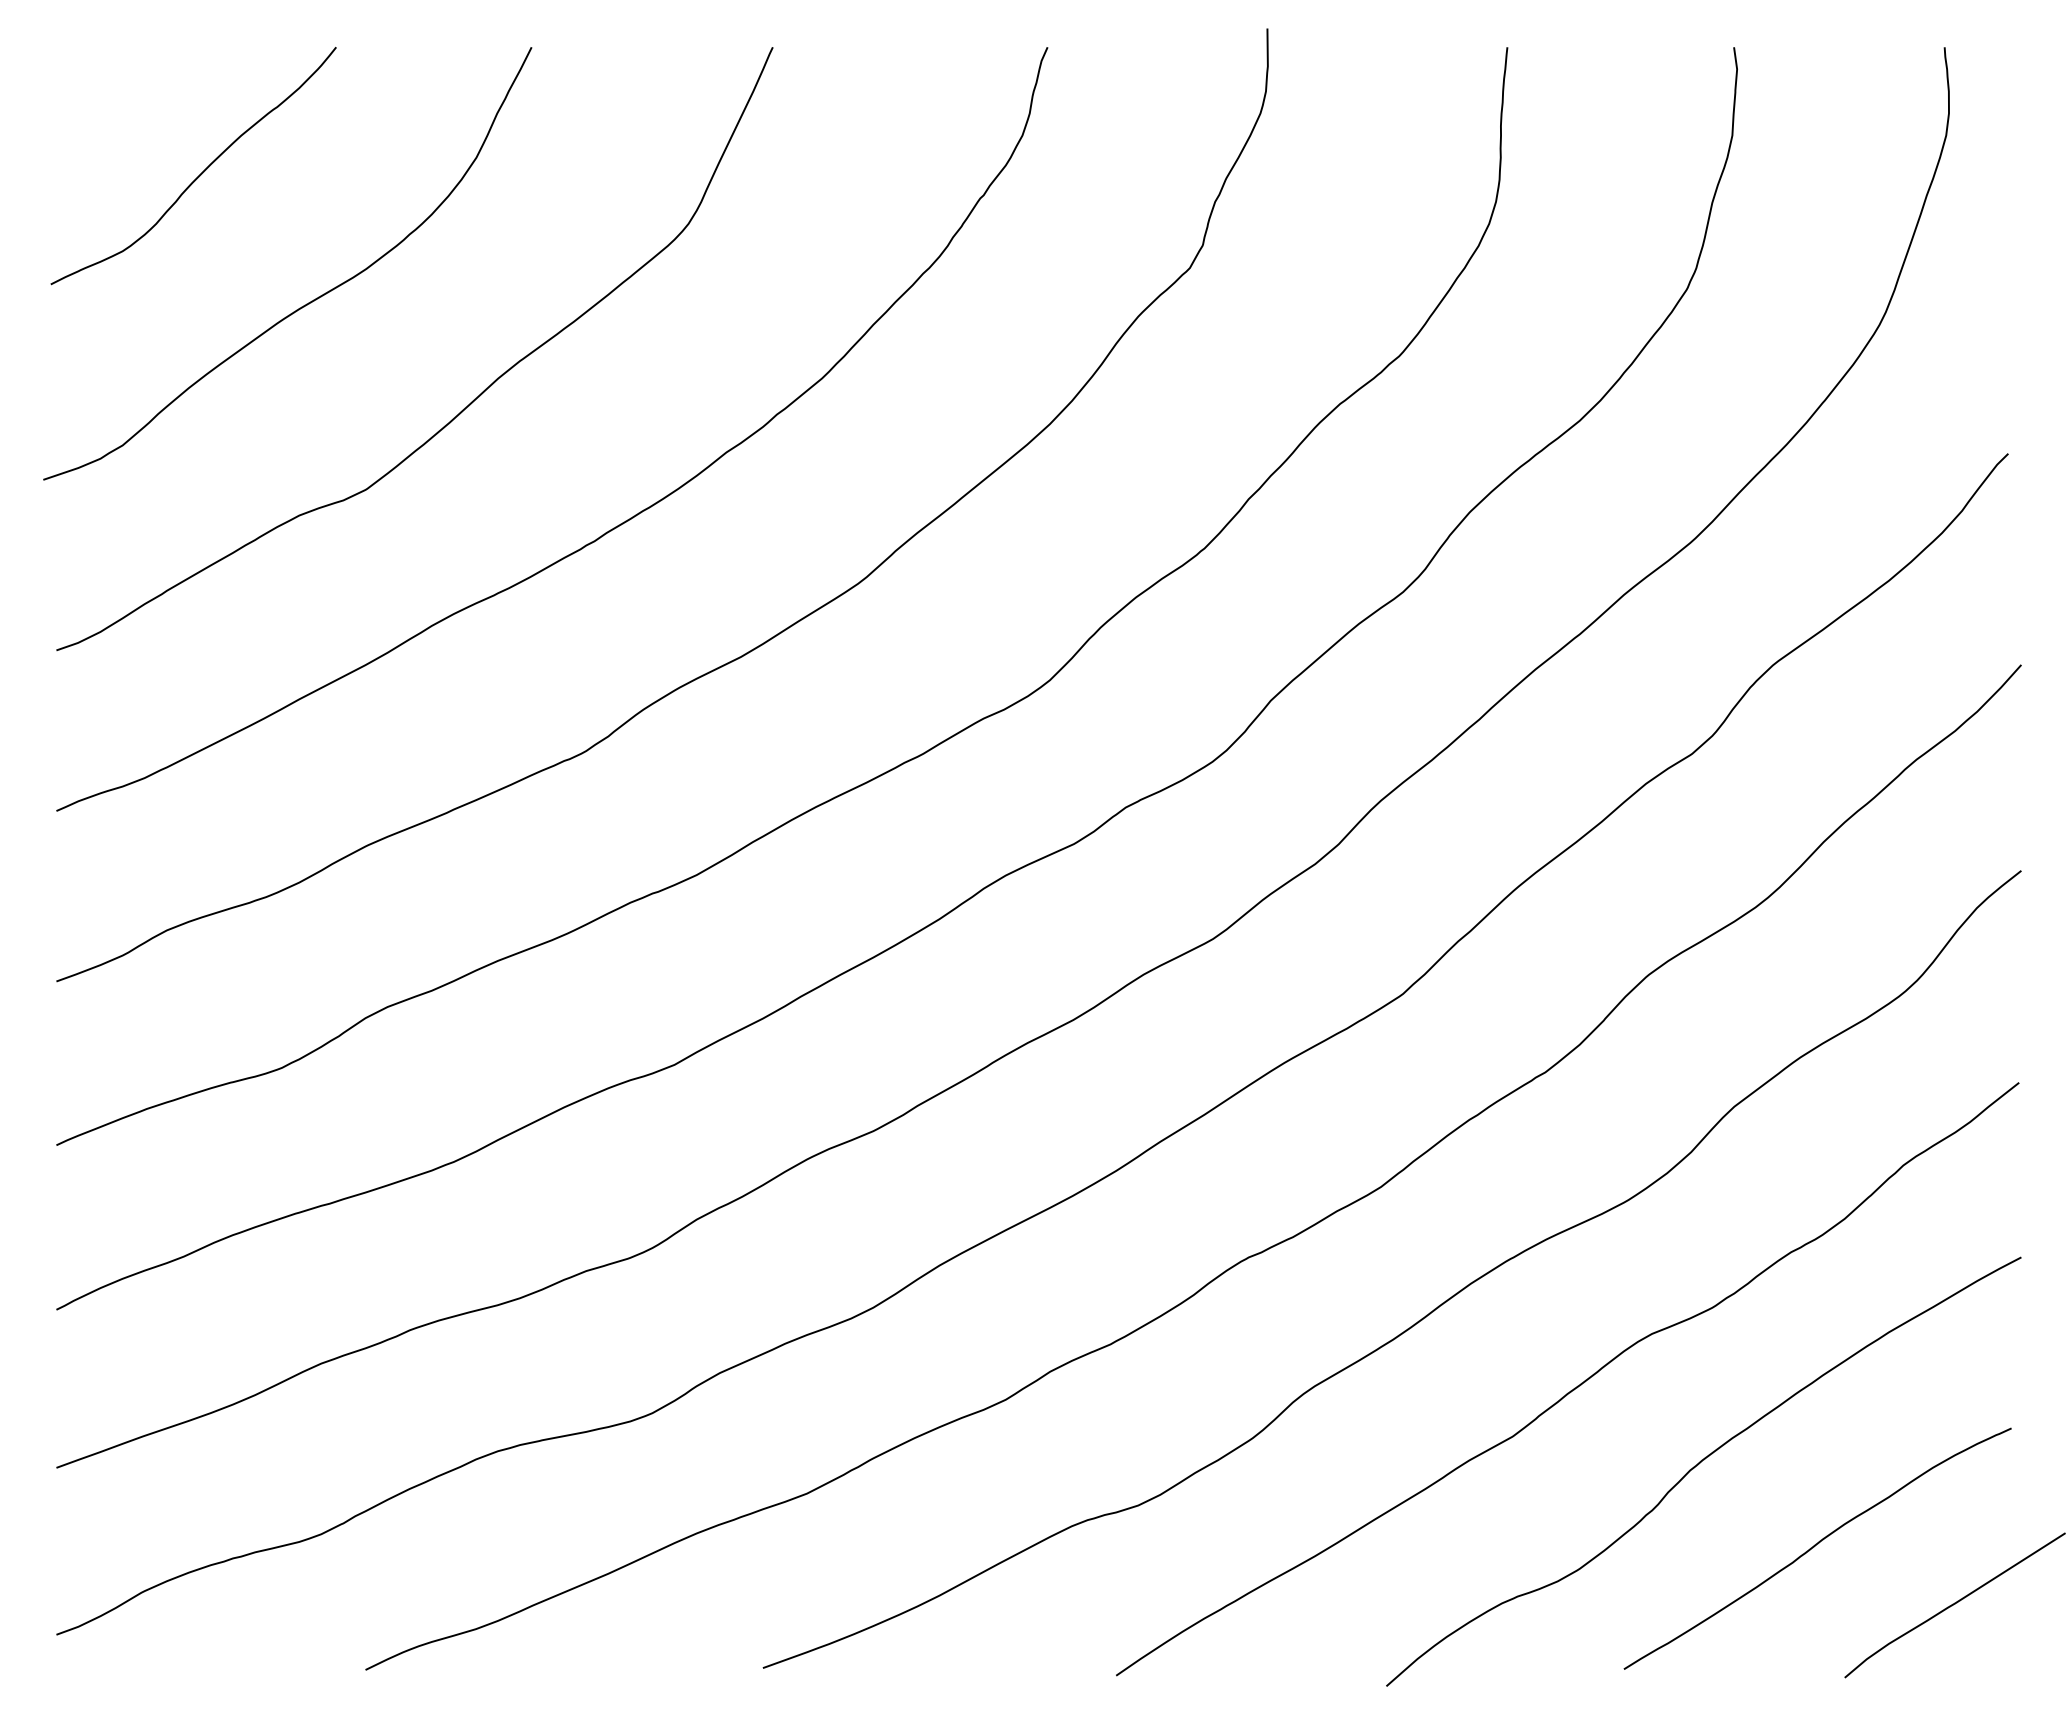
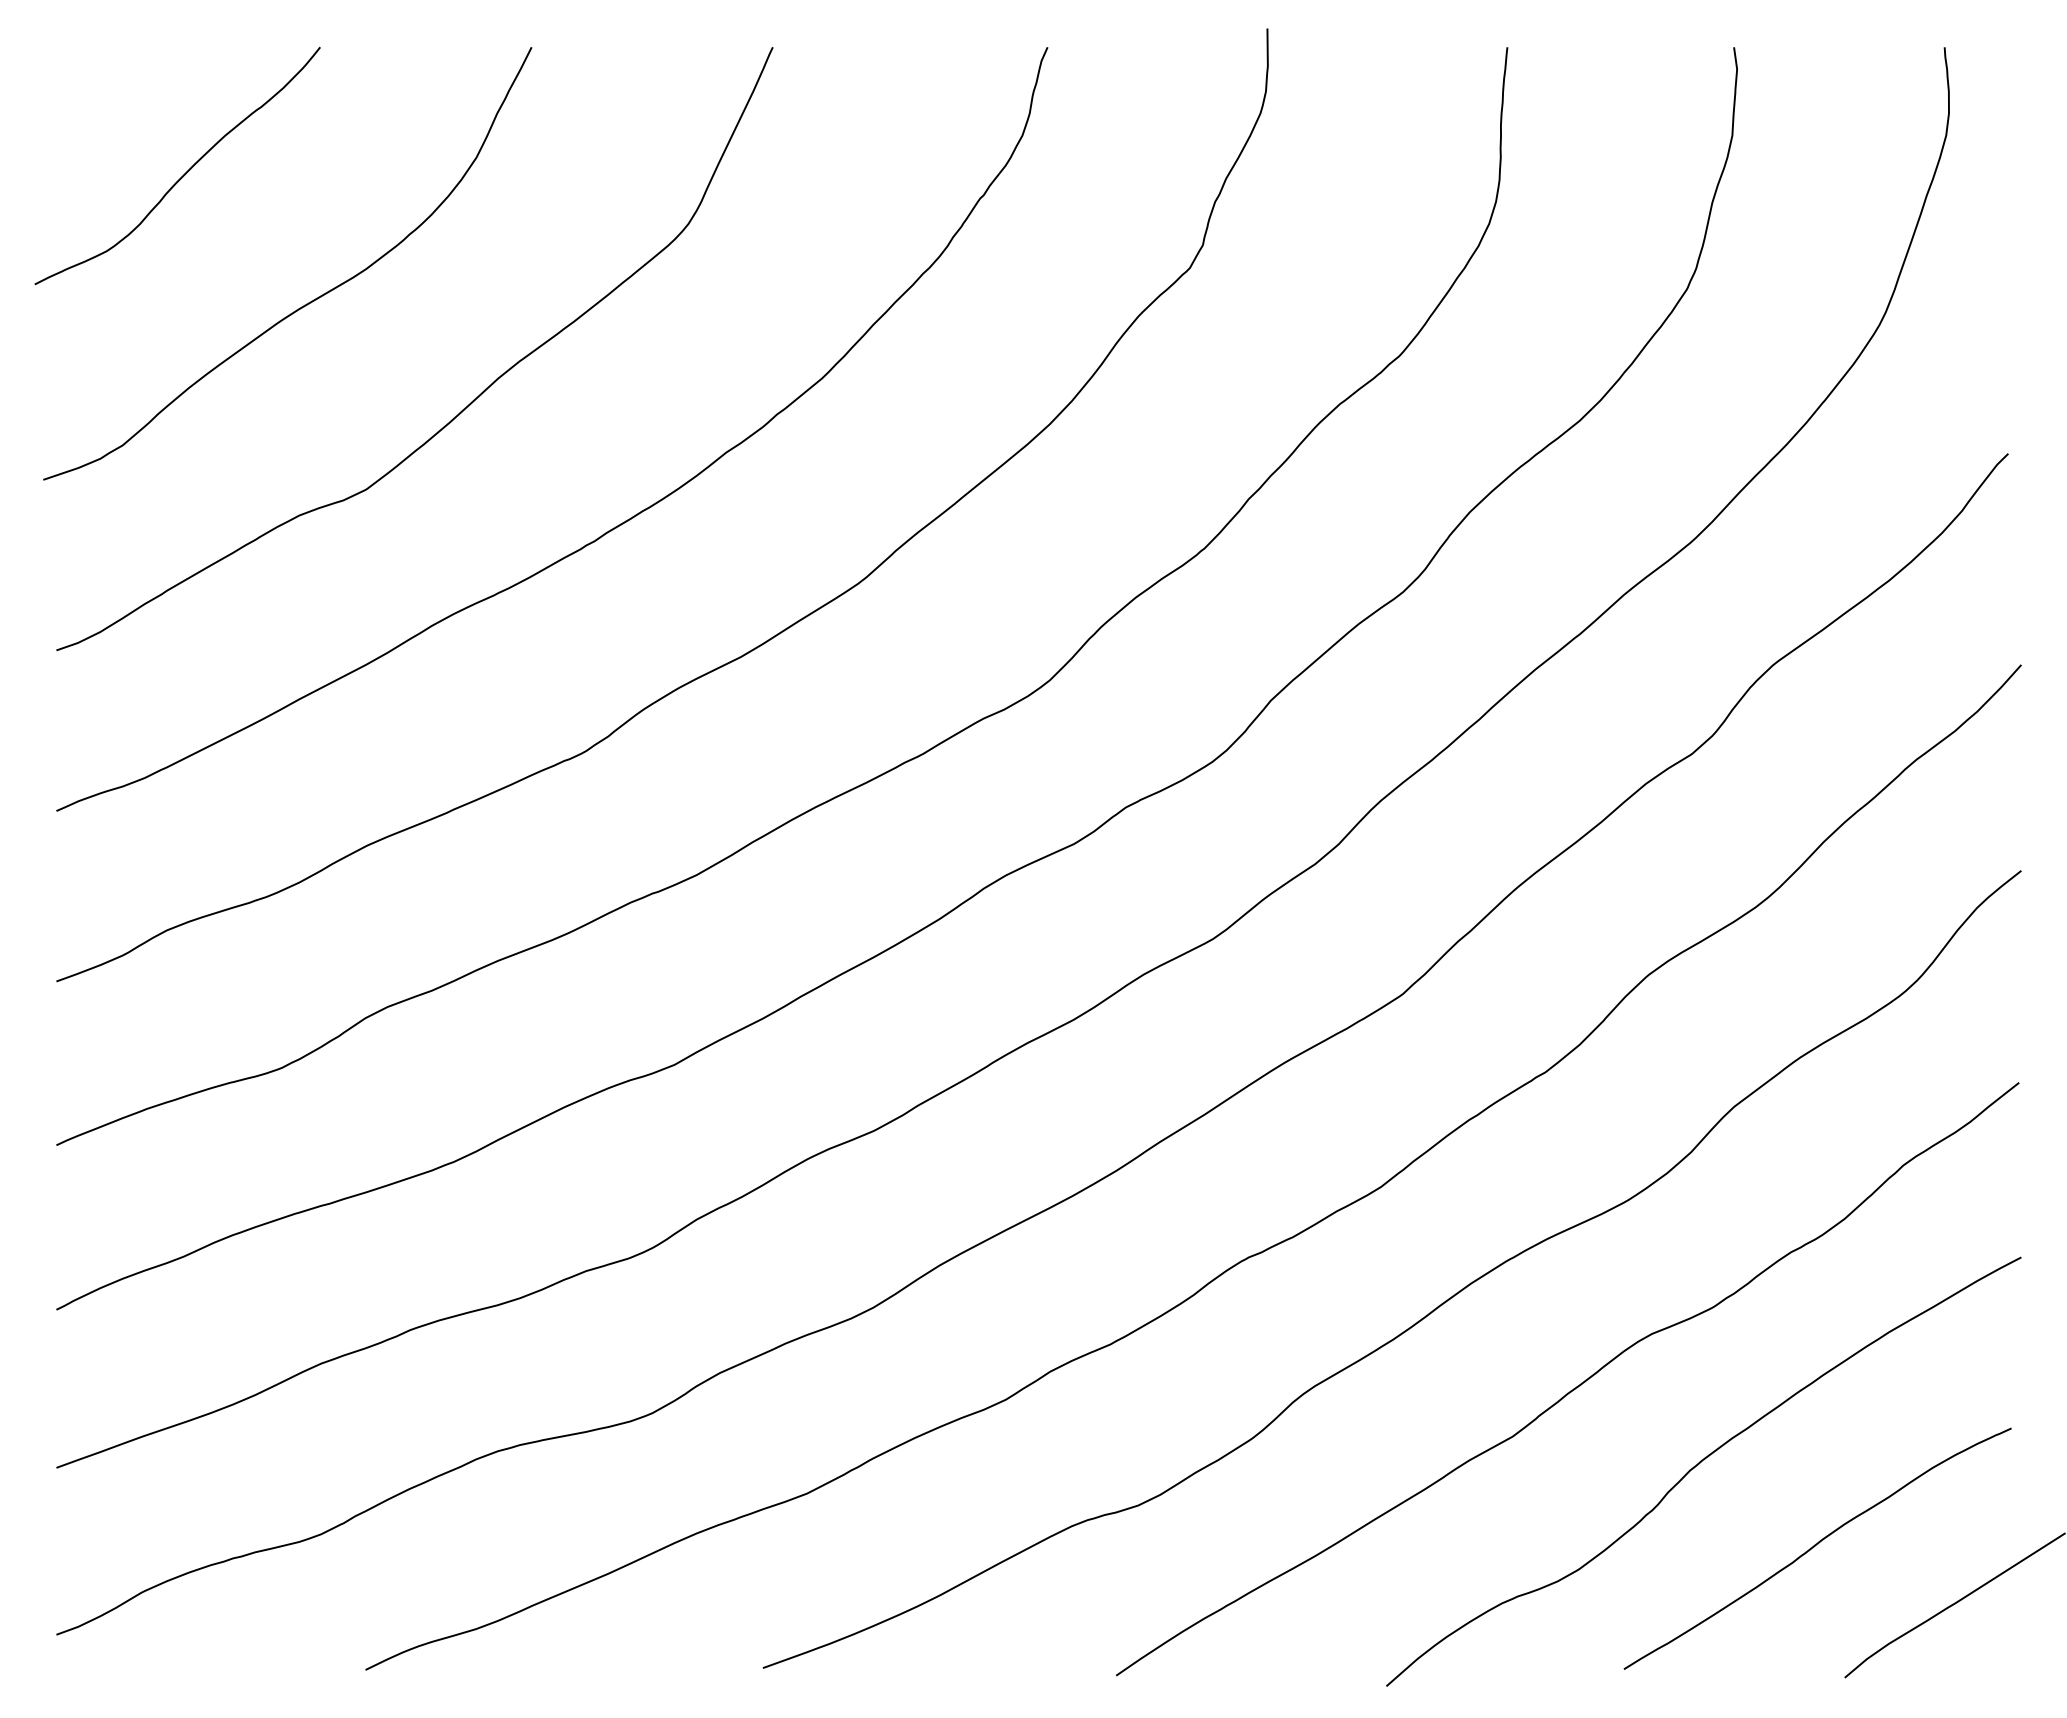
curve at (200, 173) position: (200, 173) -> (184, 173)
